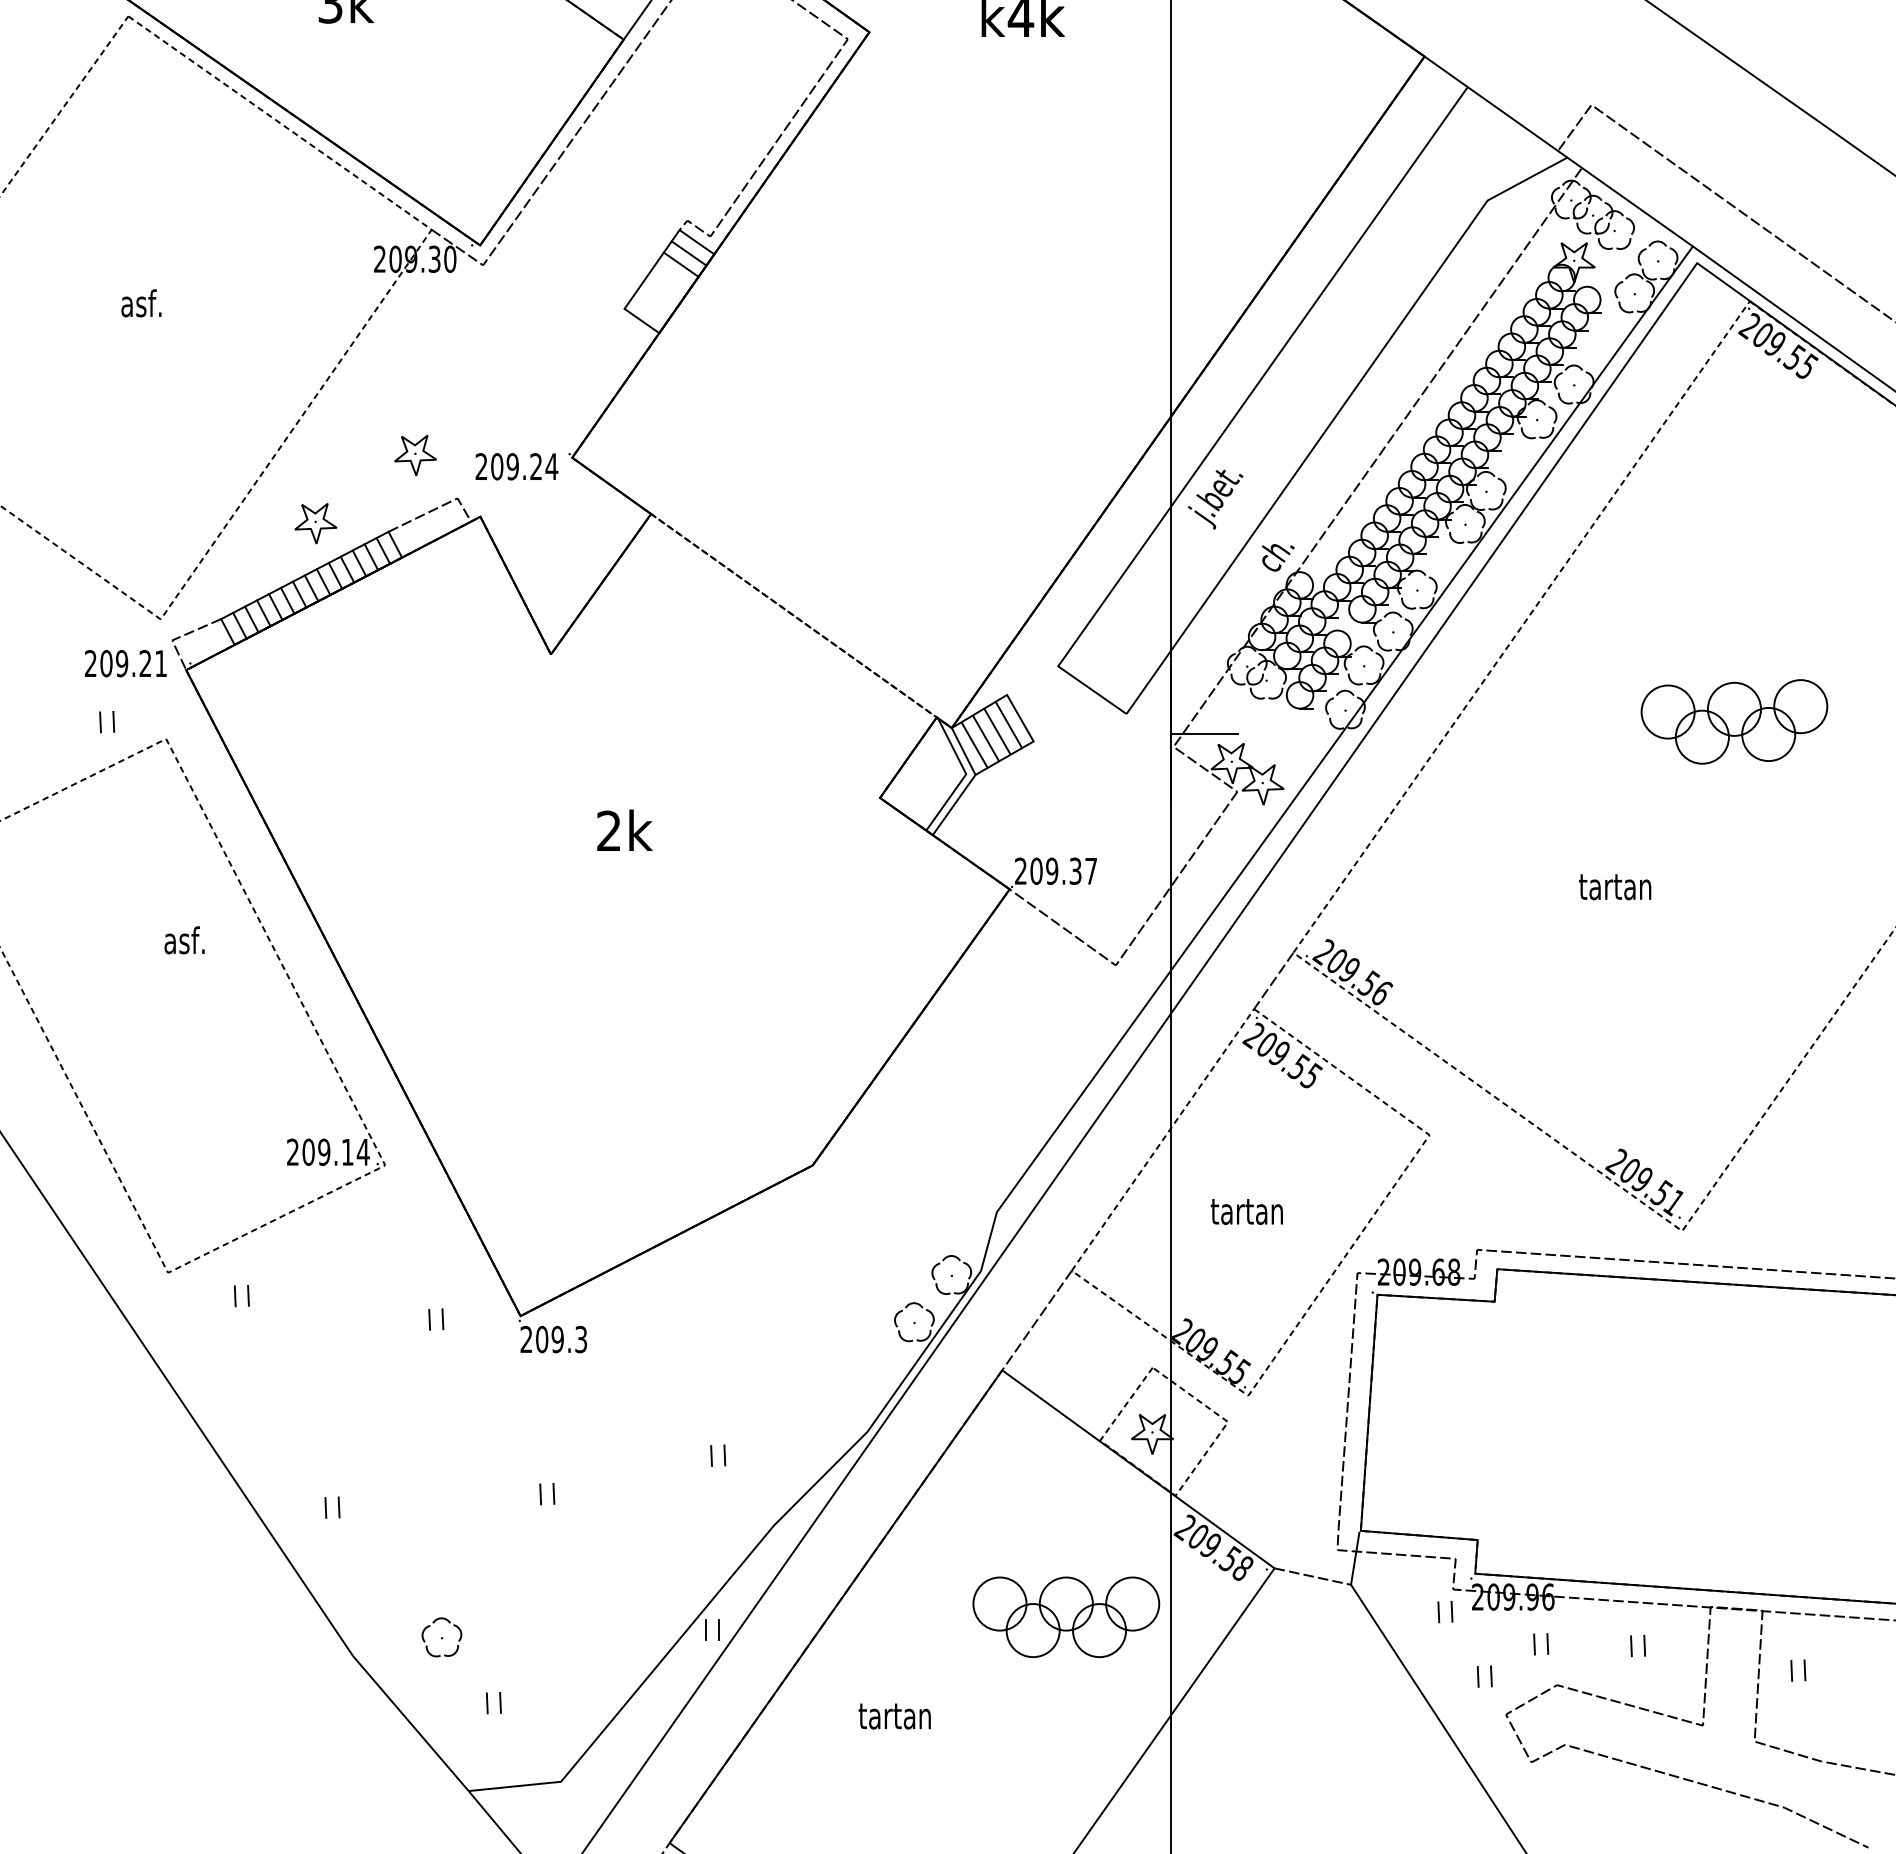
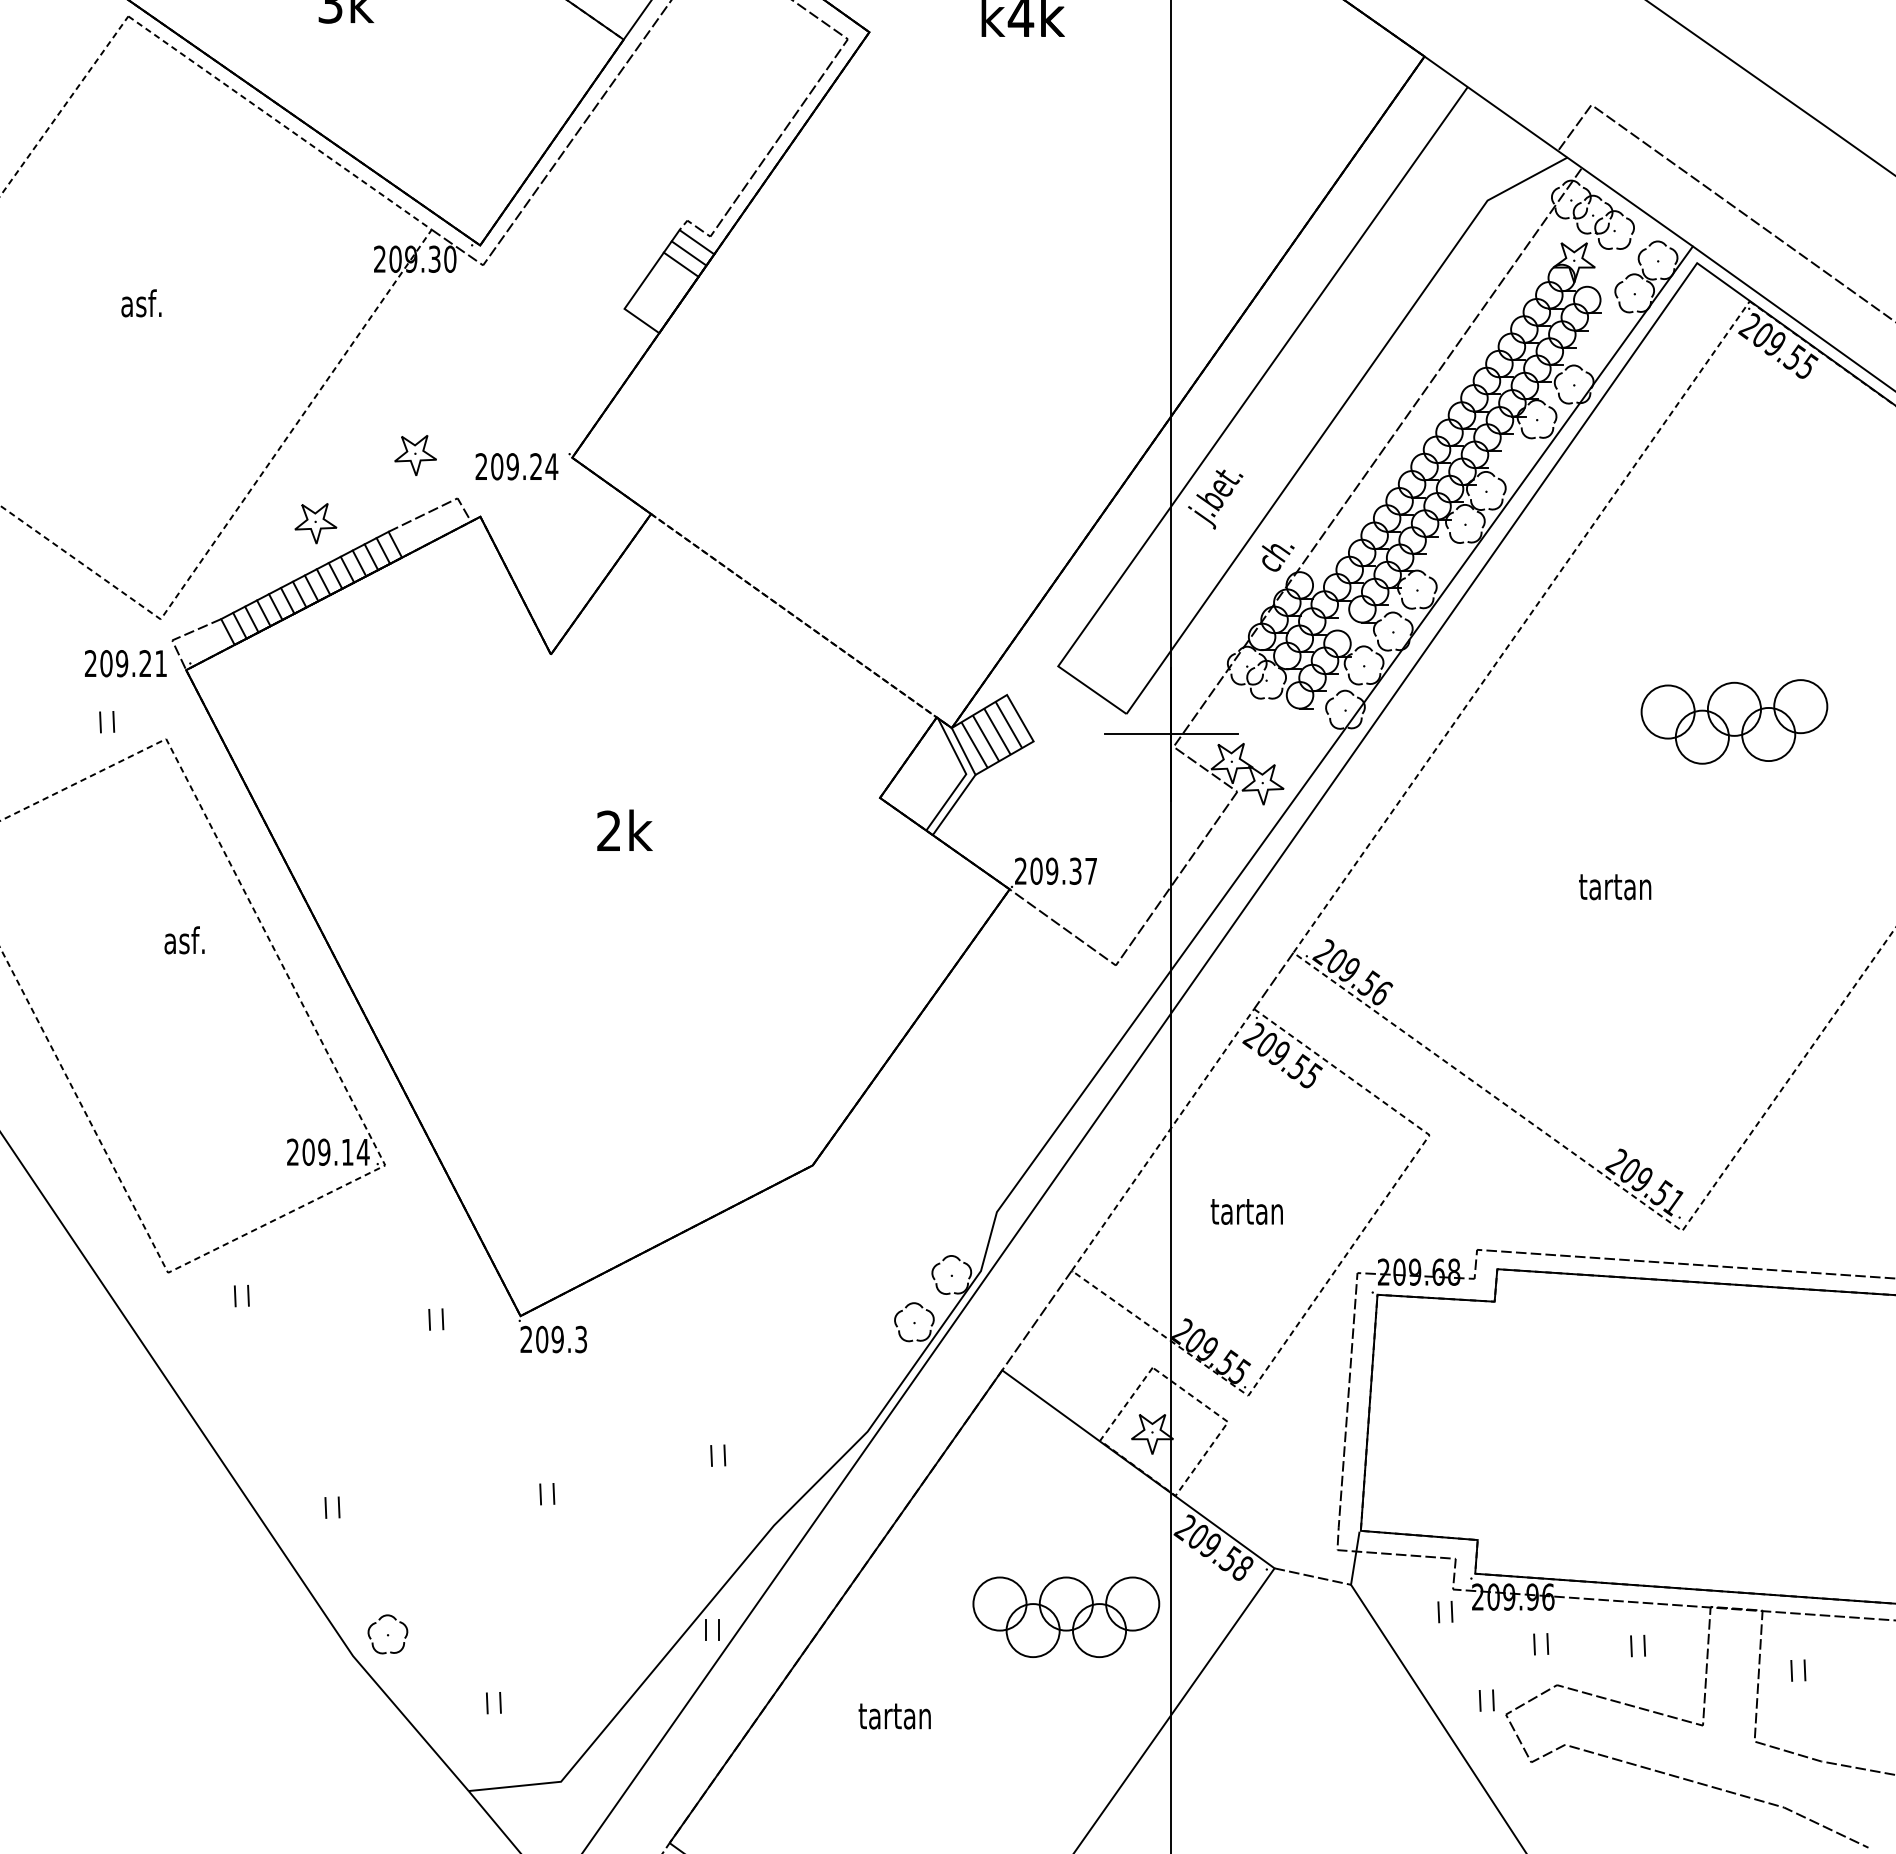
line at (1137, 734): none -> present
part at (441, 1637) position: (441, 1637) -> (387, 1634)
part at (1484, 1676) position: (1484, 1676) -> (1486, 1700)
